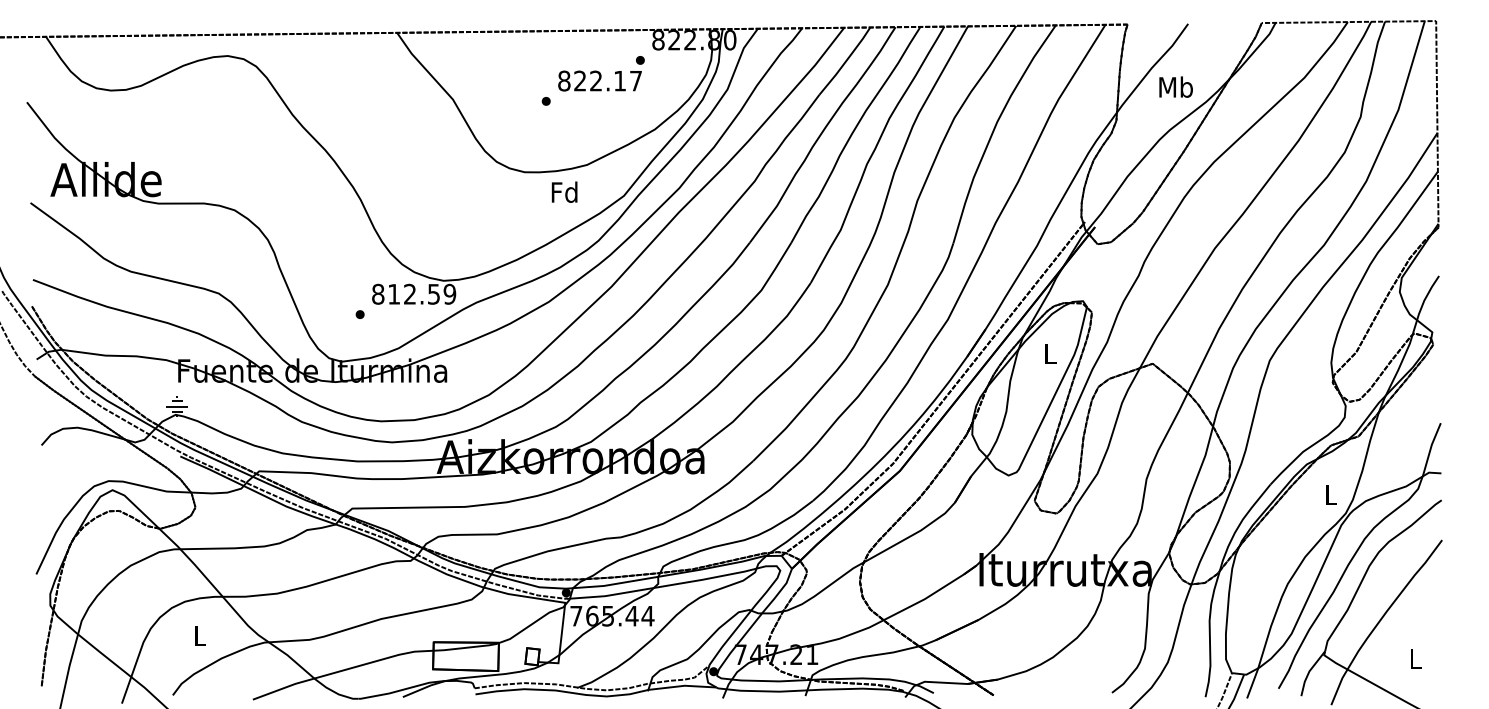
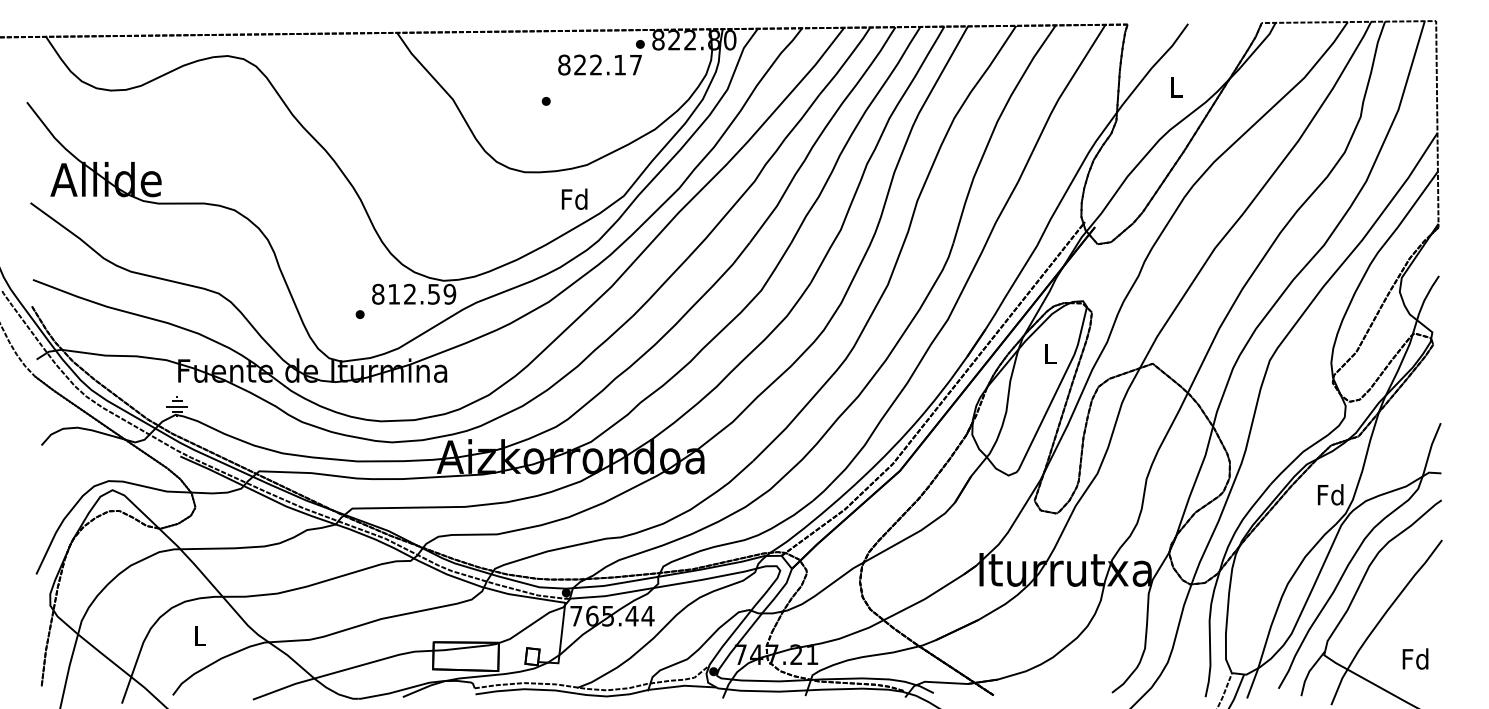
text at (601, 73) position: (601, 73) -> (601, 57)
text at (1175, 86): Mb -> L
text at (564, 191) position: (564, 191) -> (574, 198)
text at (1330, 494): L -> Fd
text at (1415, 658): L -> Fd
